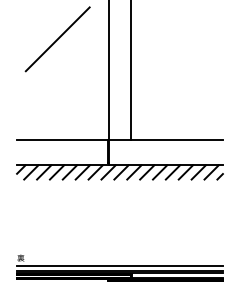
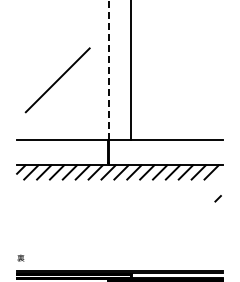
line at (57, 39) position: (57, 39) -> (57, 80)
line at (108, 70): solid -> dashed
line at (219, 176) position: (219, 176) -> (217, 198)
line at (119, 266): present -> none
